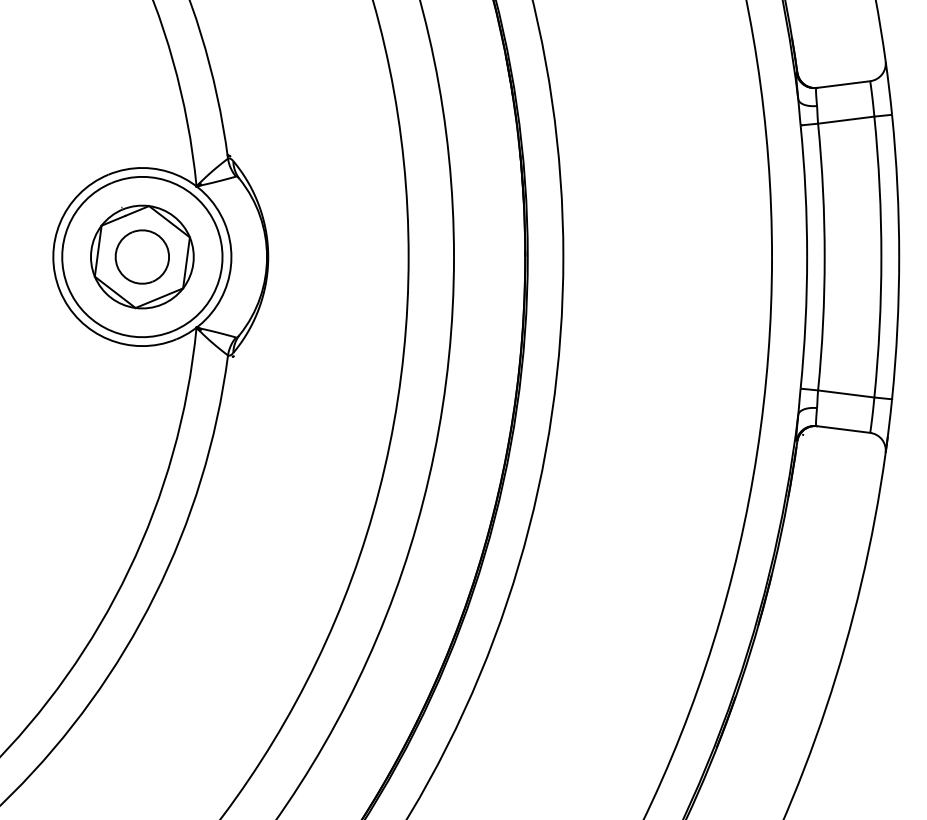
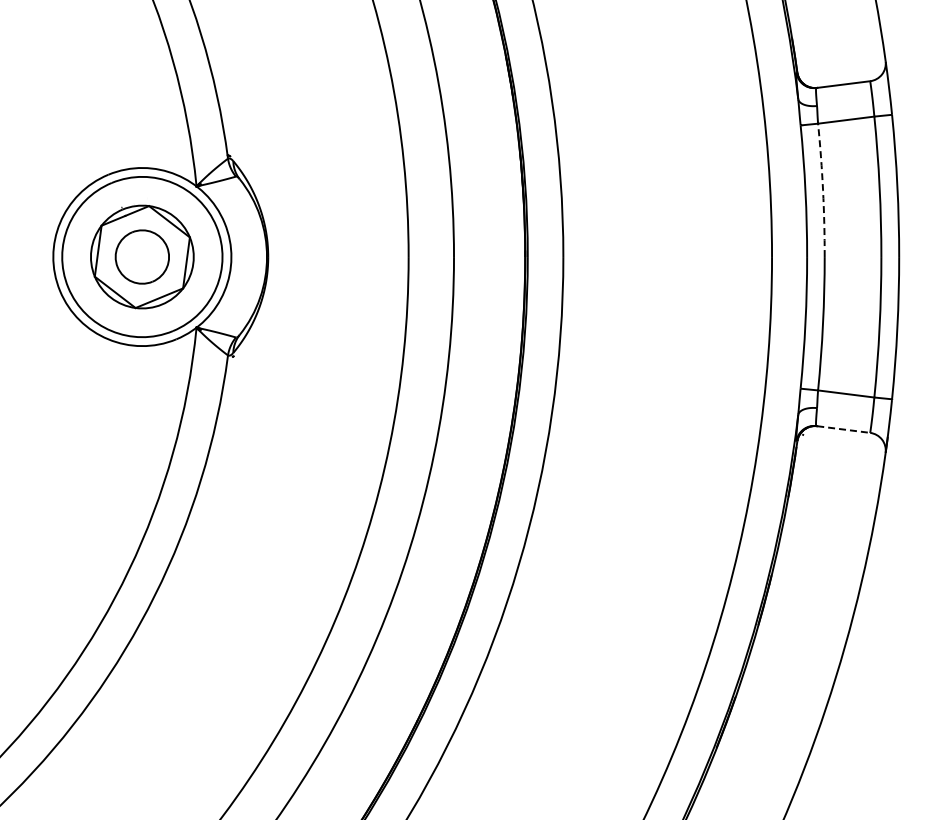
arc at (823, 190): solid -> dashed
line at (843, 429): solid -> dashed
